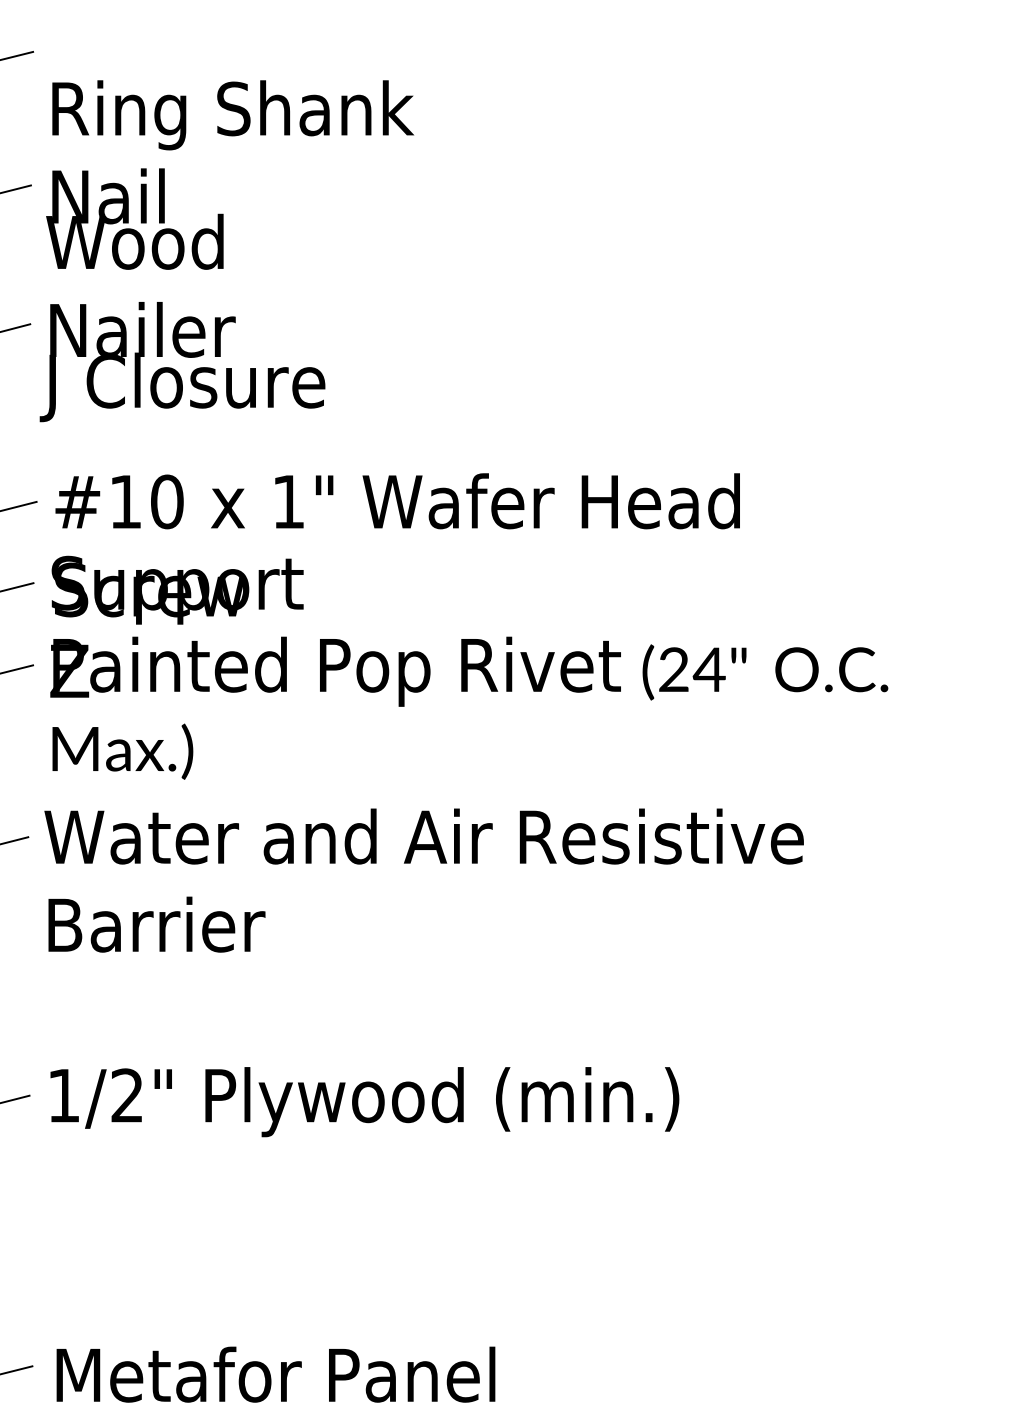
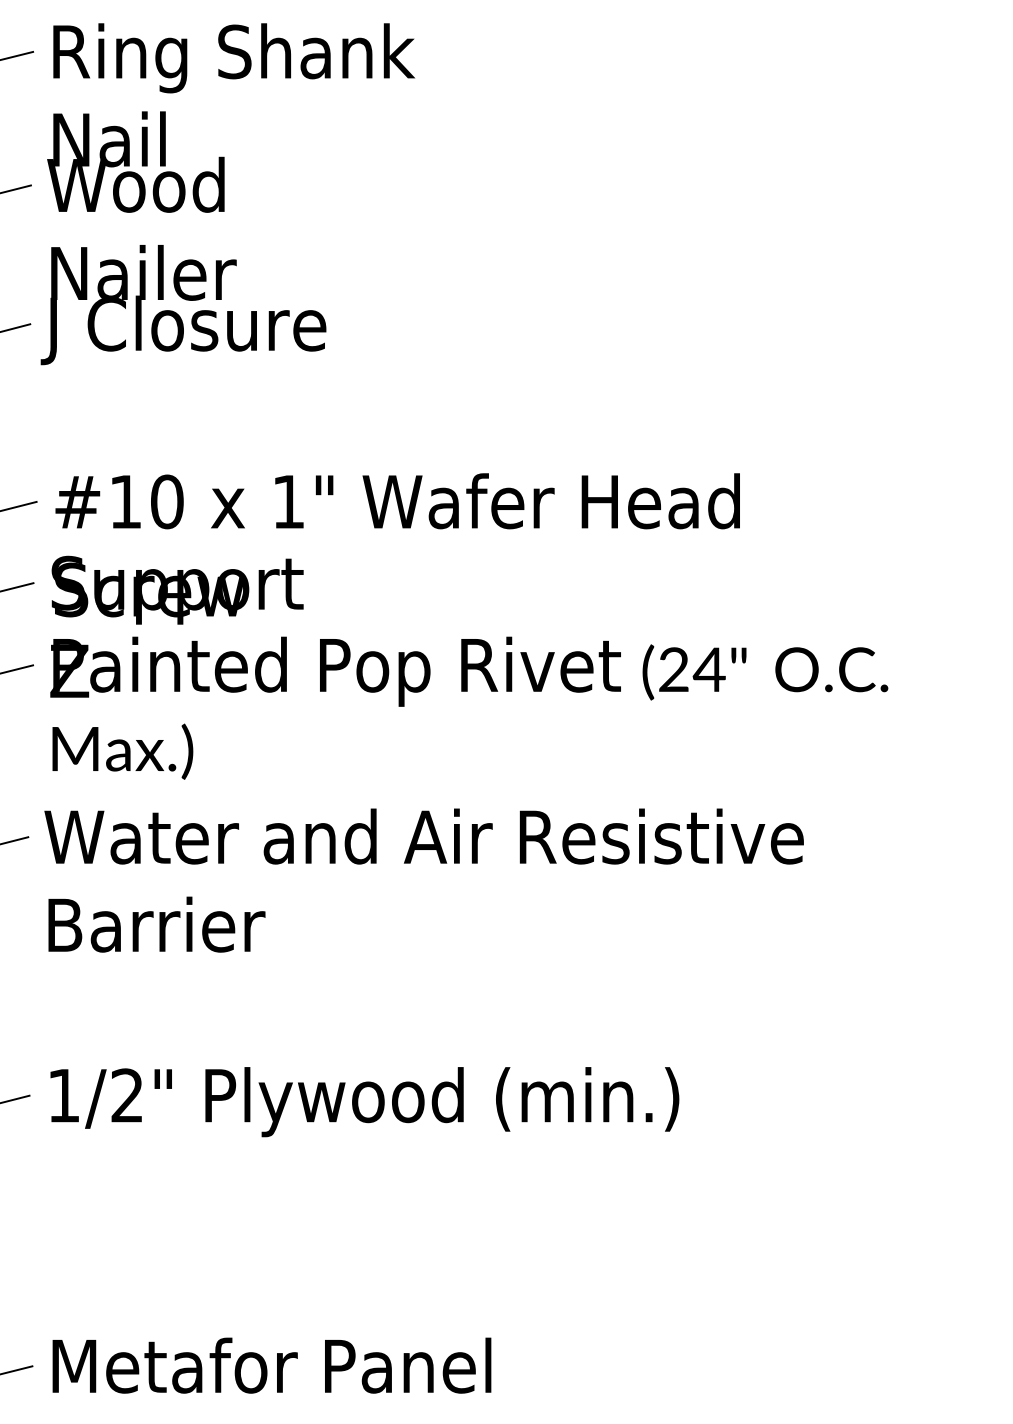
text at (226, 251) position: (226, 251) -> (227, 194)
text at (275, 1374) position: (275, 1374) -> (271, 1365)
